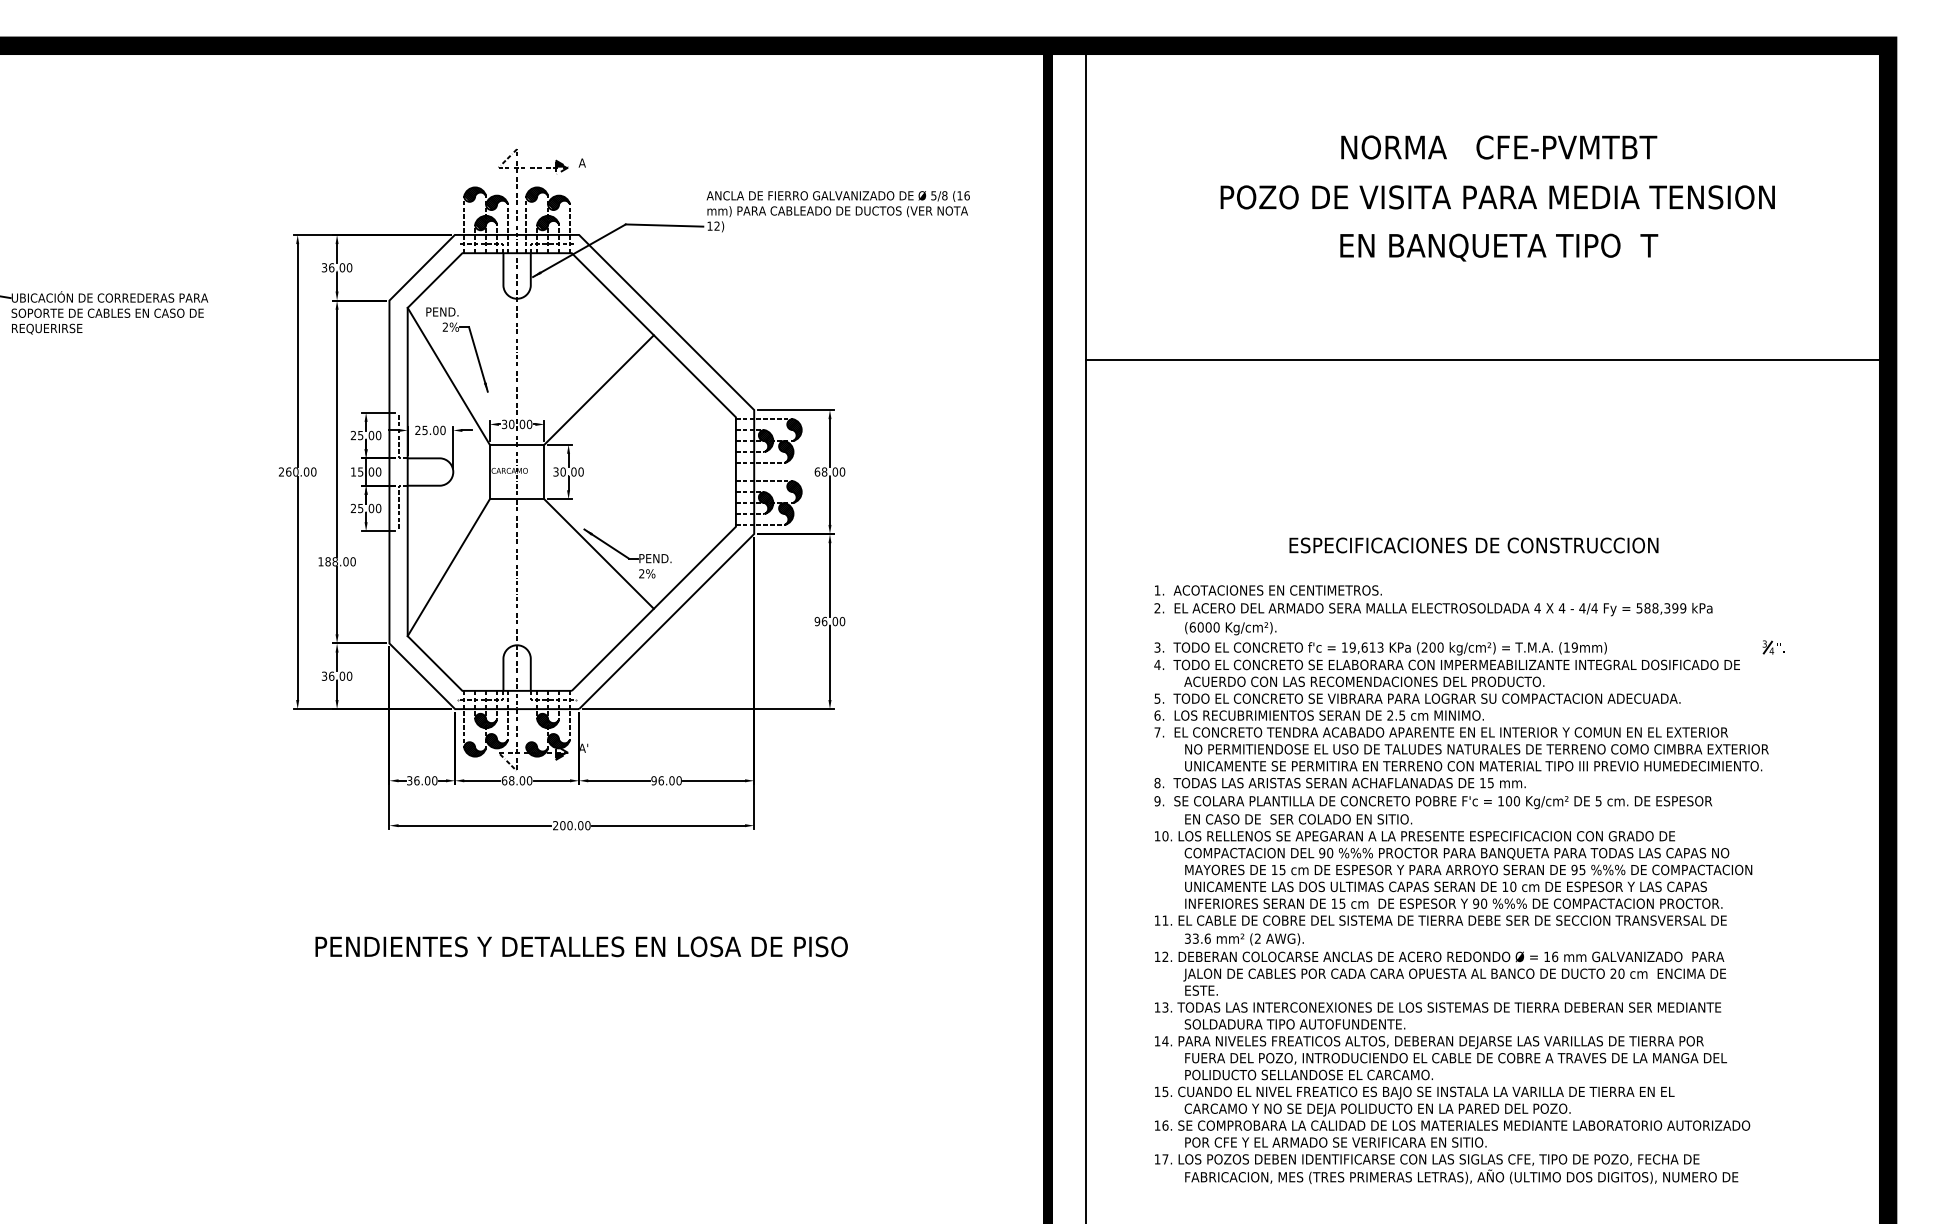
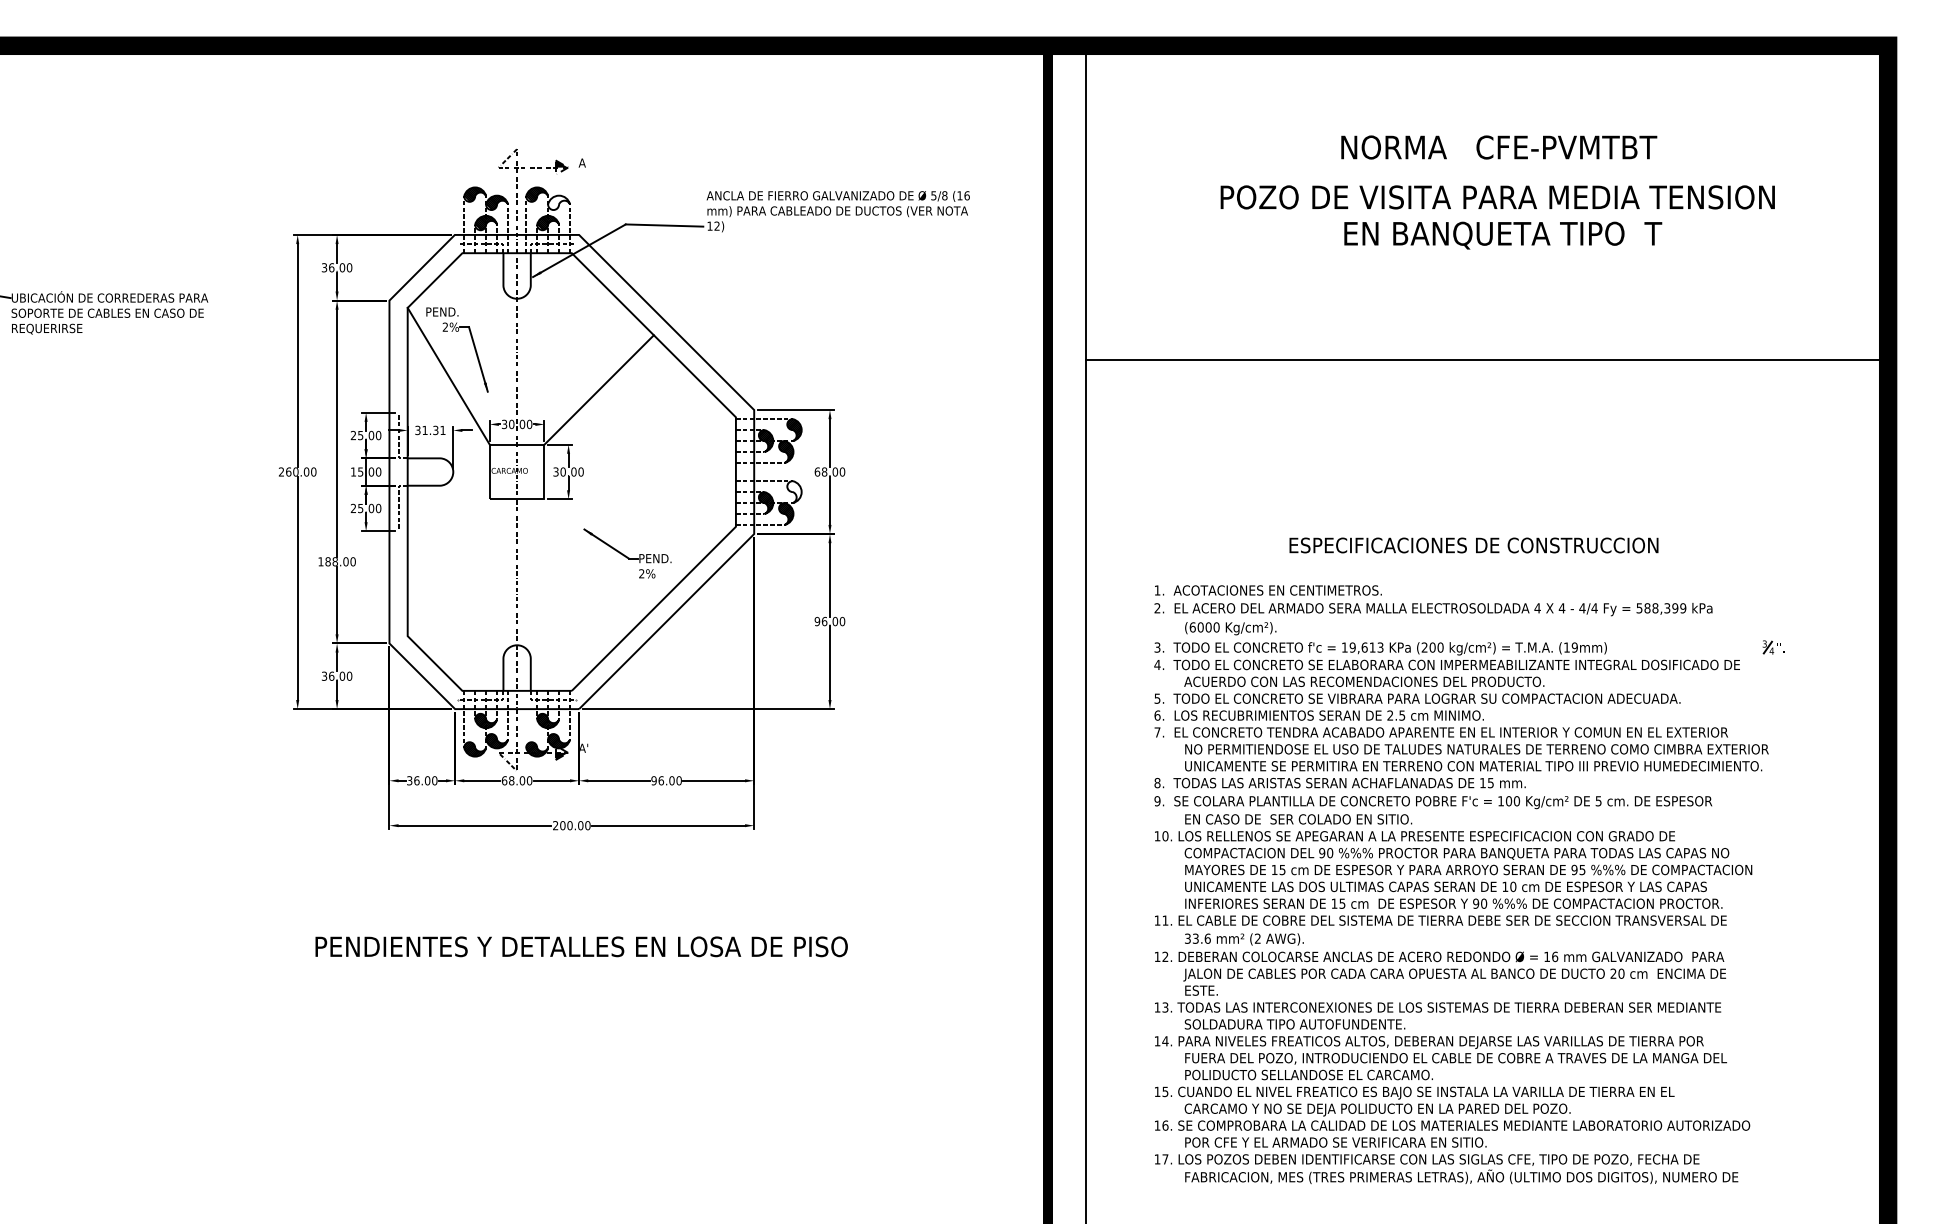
hatch at (558, 202): present -> none
text at (1499, 247) position: (1499, 247) -> (1503, 235)
text at (430, 430): 25.00 -> 31.31
hatch at (794, 491): present -> none
line at (598, 553): present -> none
line at (448, 567): present -> none
